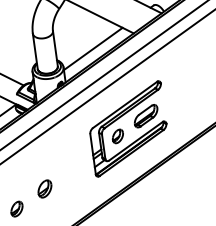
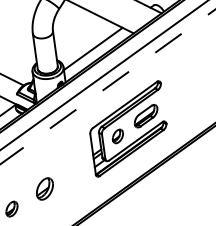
line at (108, 86): solid -> dashed
part at (44, 188) size: 16x20 px -> 18x24 px
part at (16, 208) position: (16, 208) -> (11, 208)
